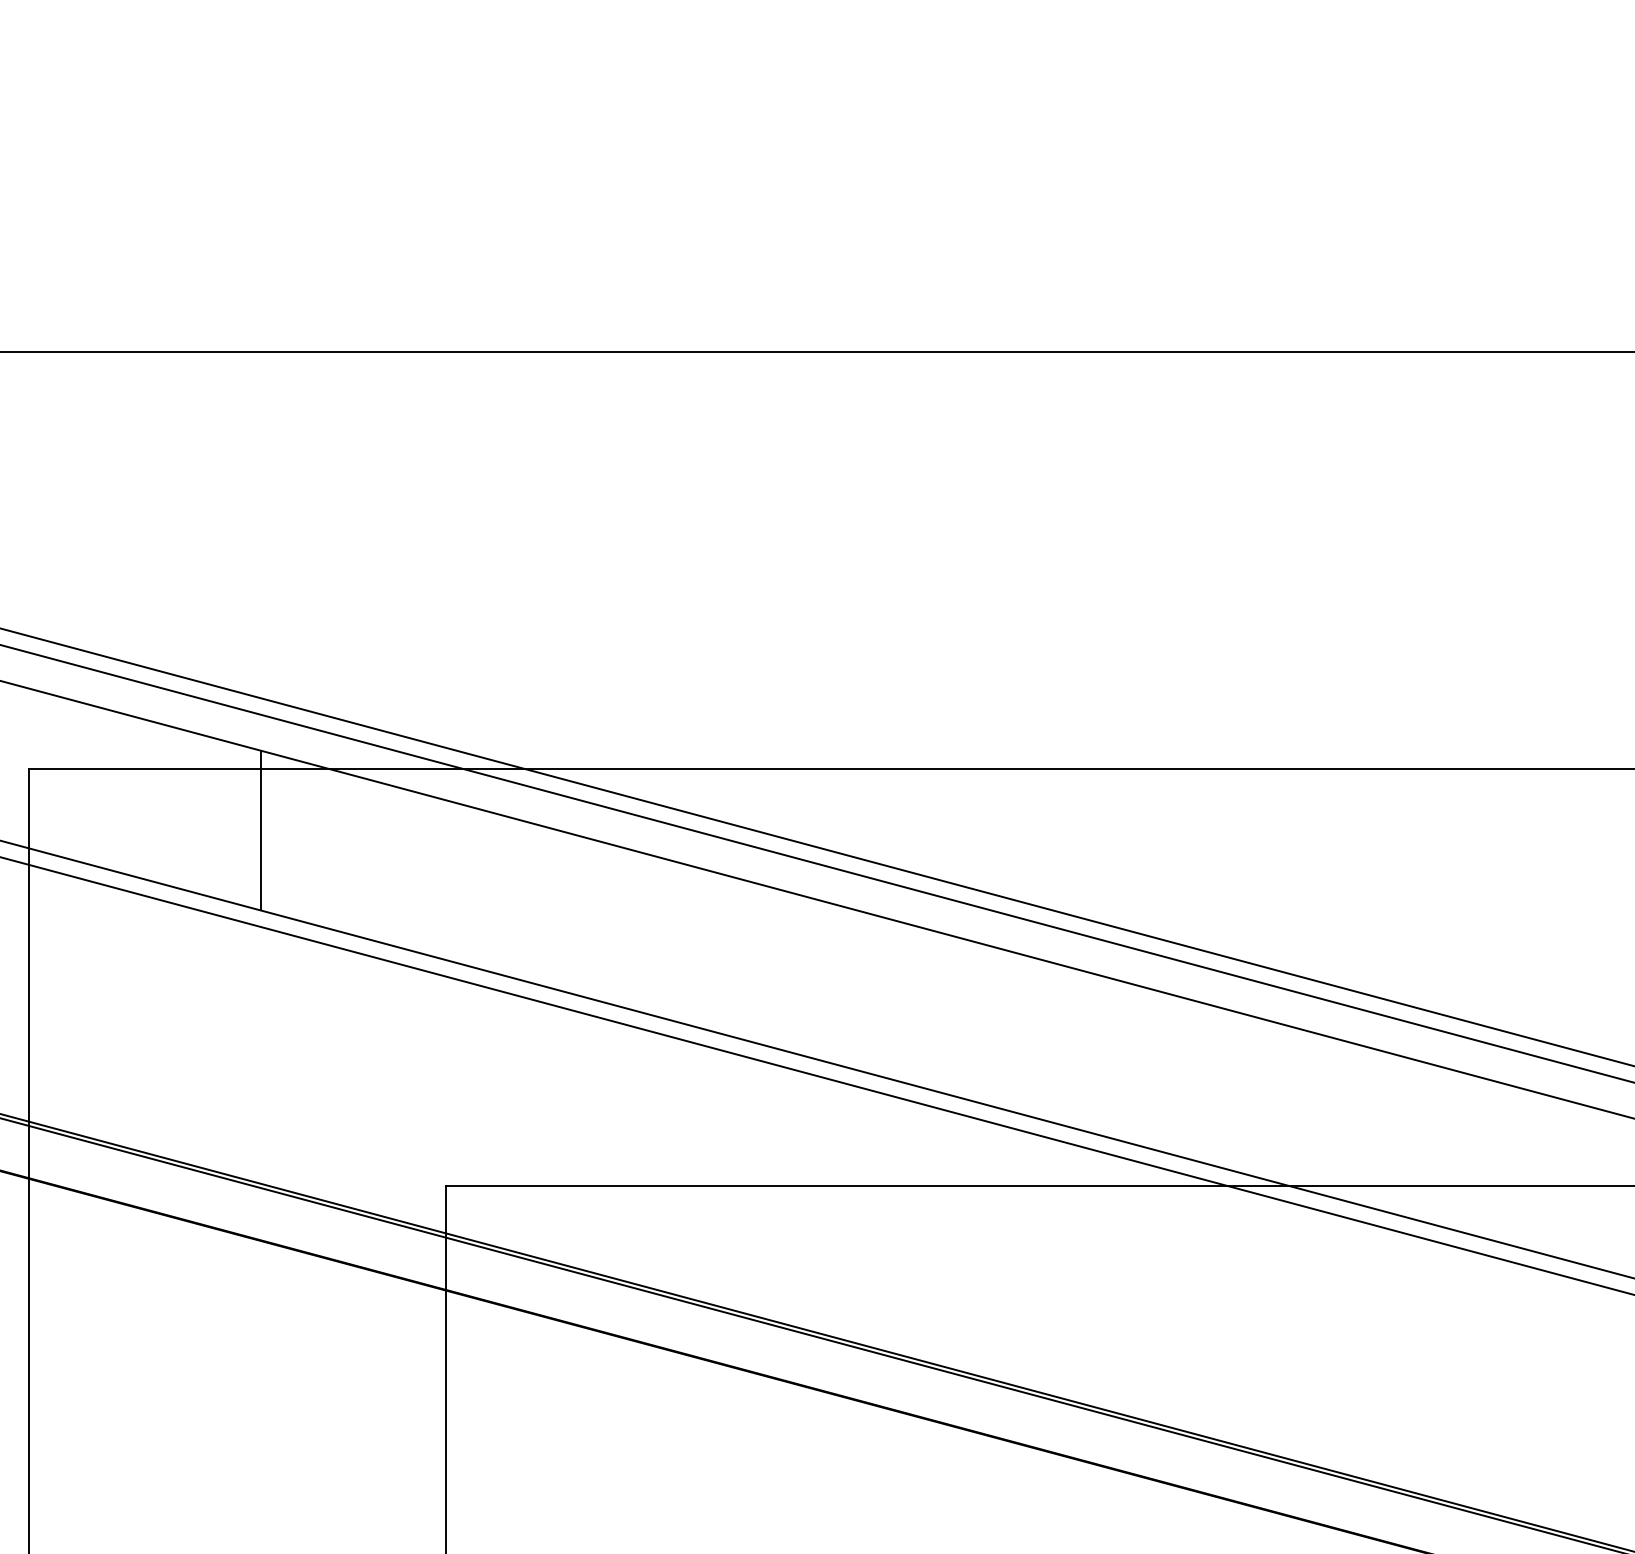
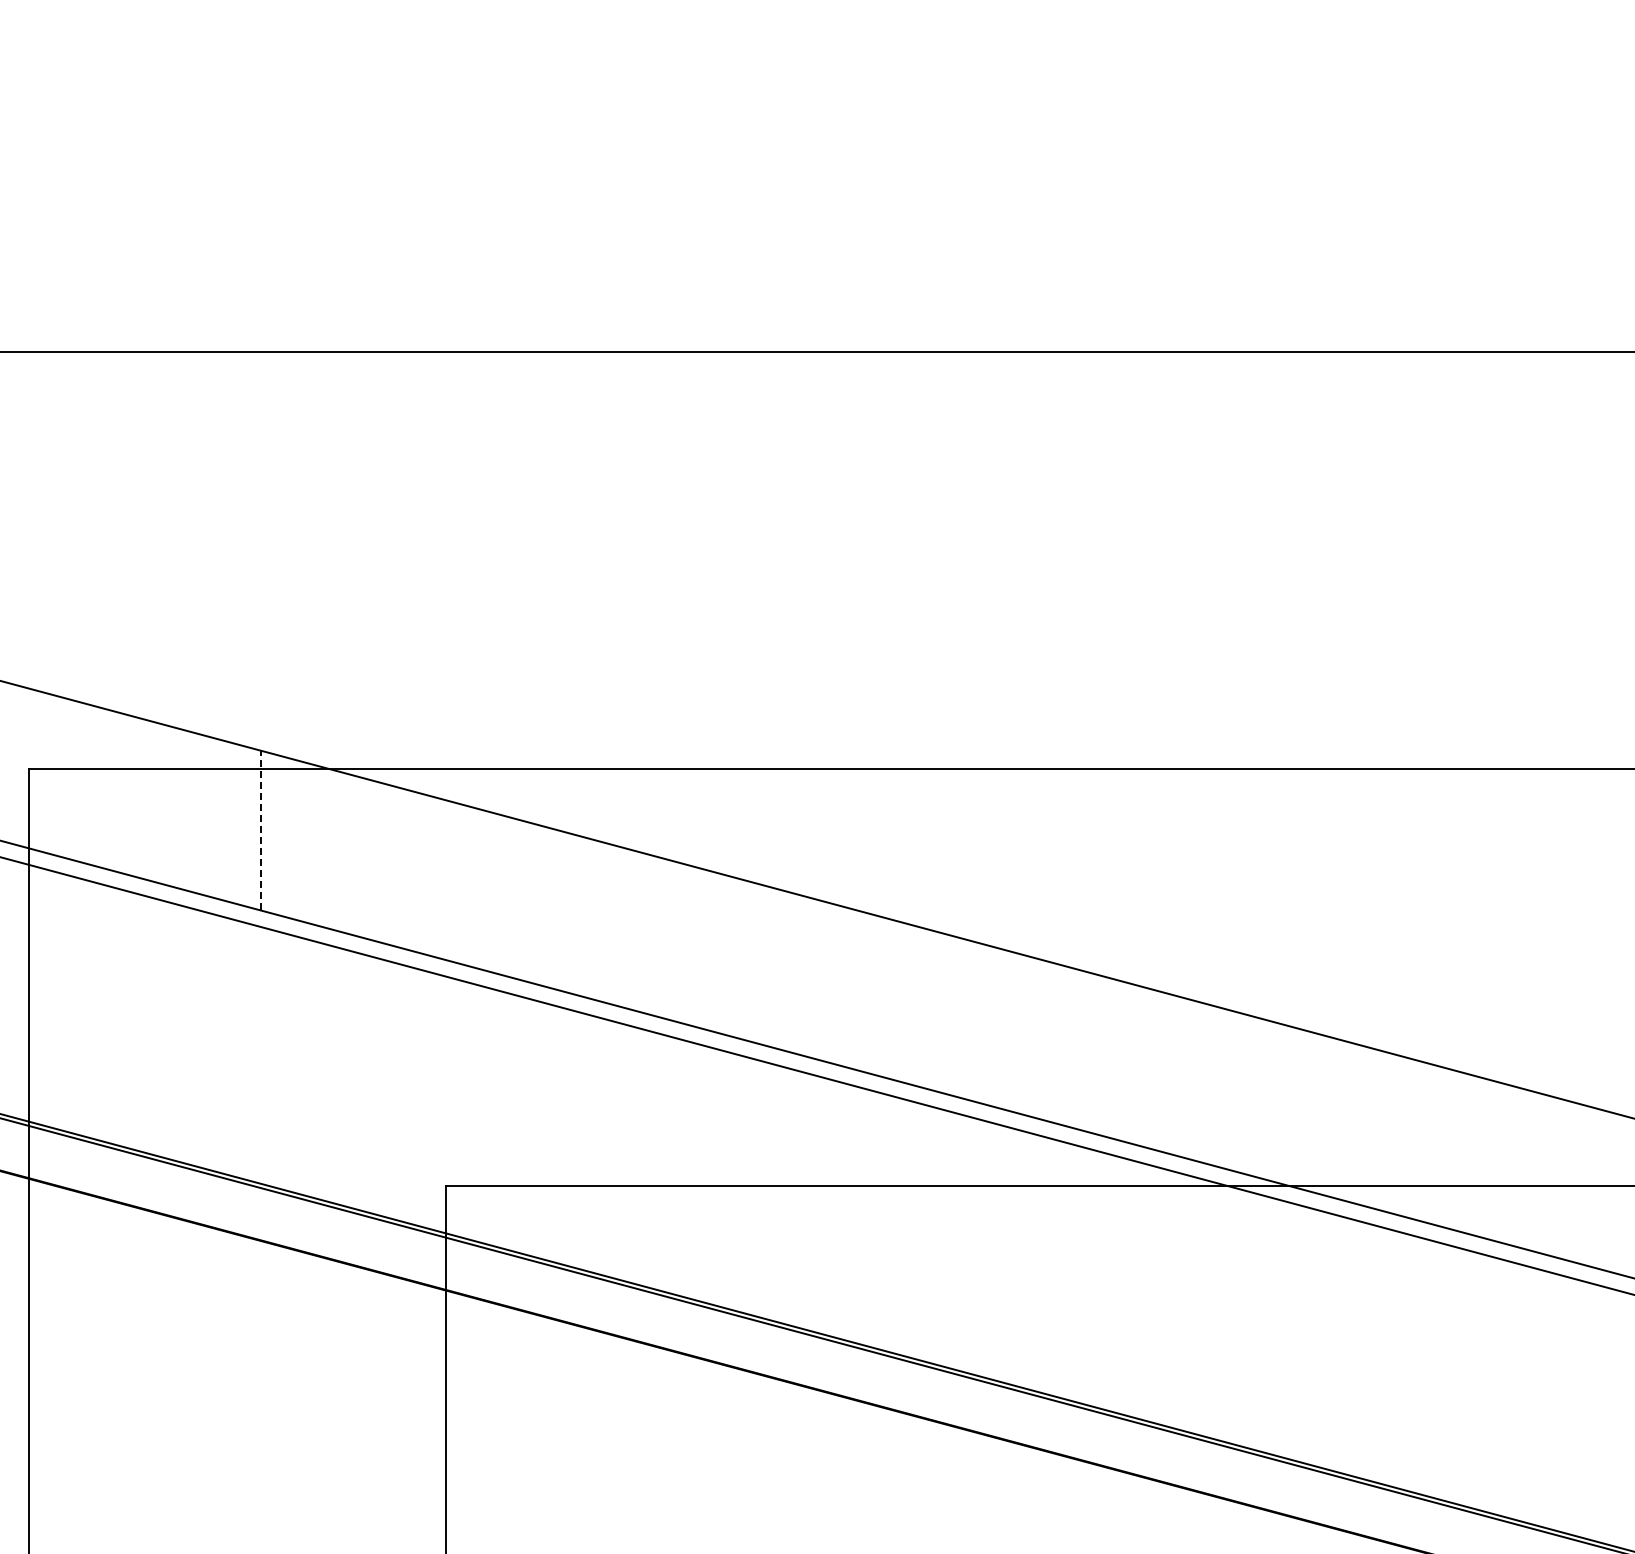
line at (260, 830): solid -> dashed
line at (816, 847): present -> none
line at (816, 863): present -> none
